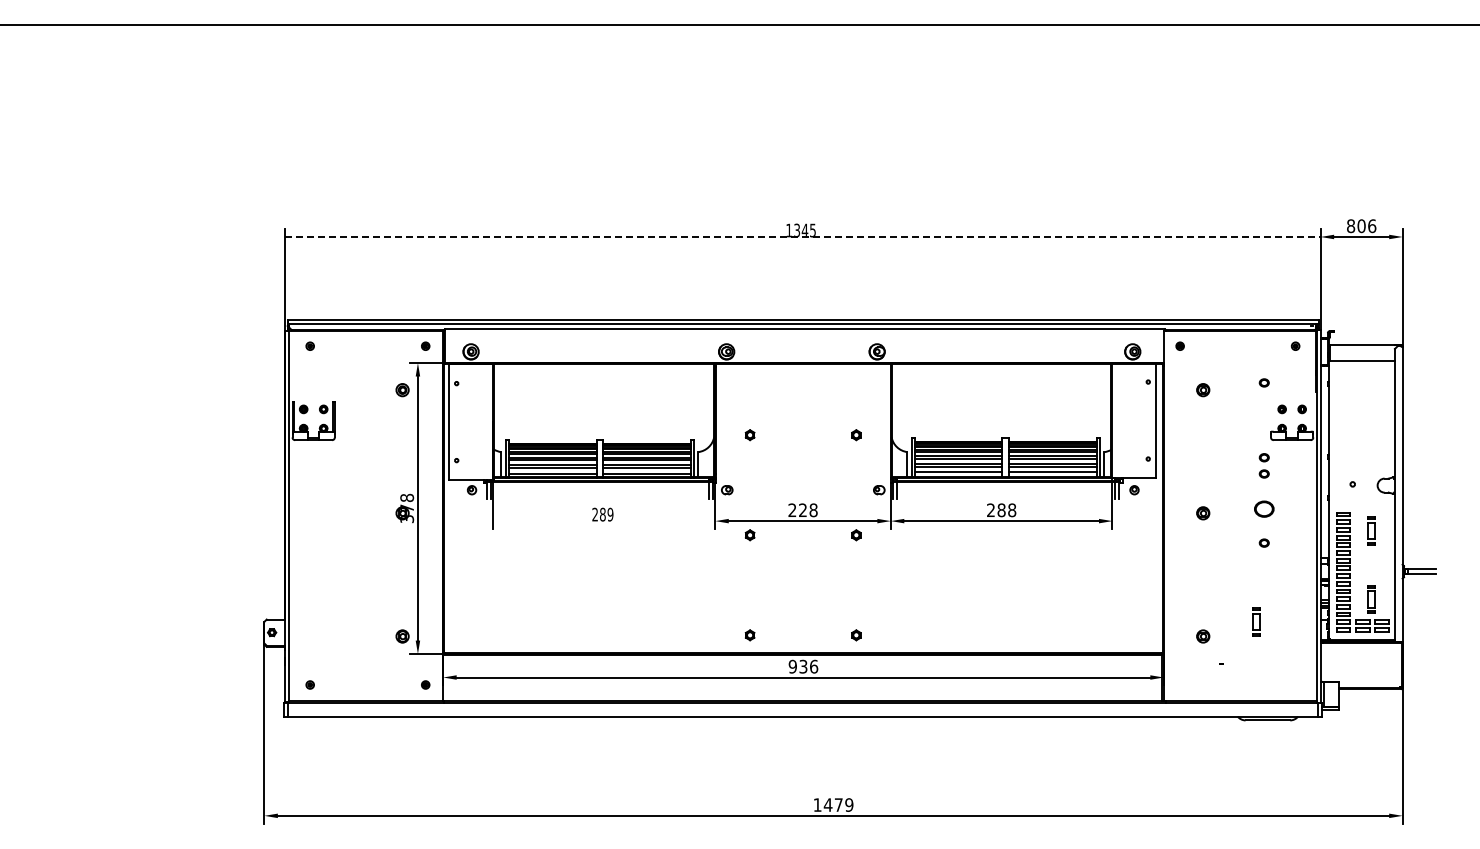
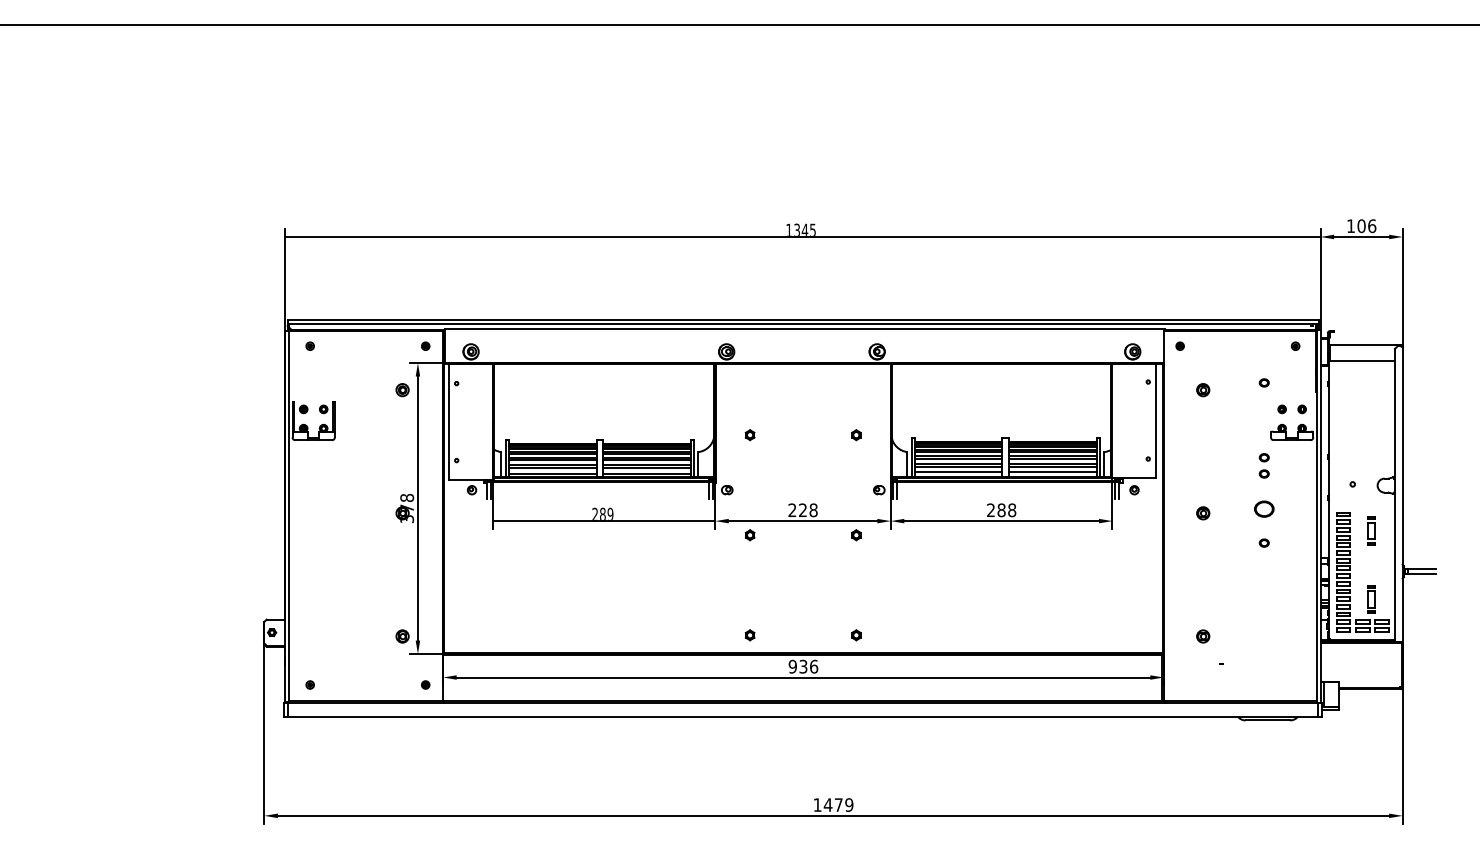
text at (1351, 226): 806 -> 106
line at (802, 236): dashed -> solid
line at (603, 521): none -> present
part at (1256, 621): present -> none
